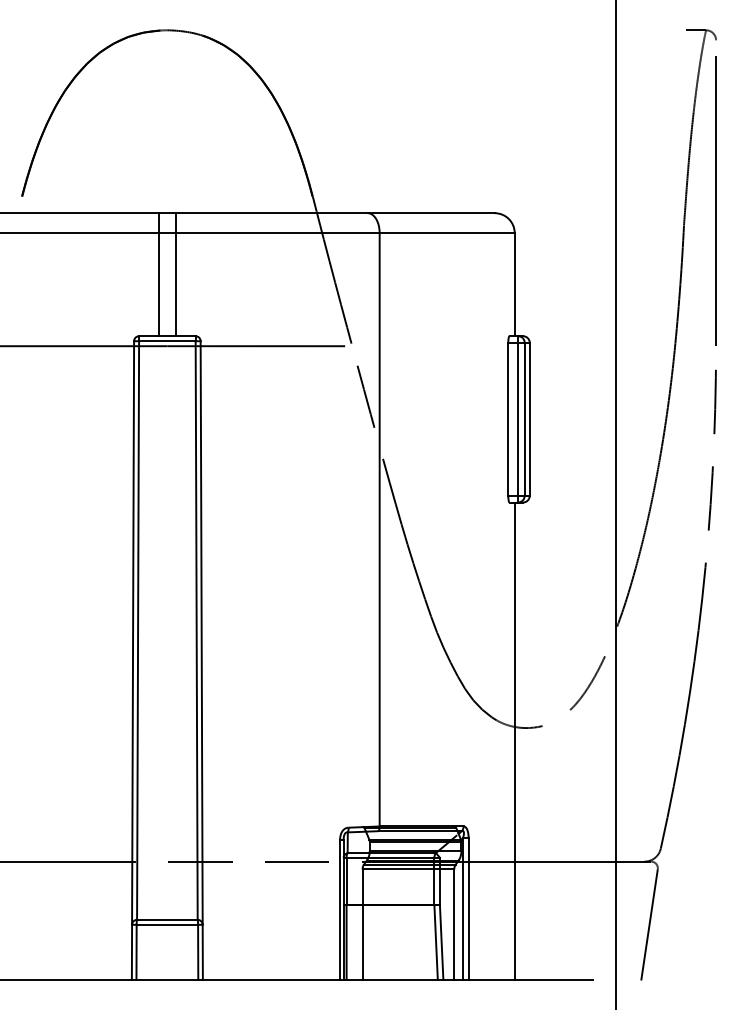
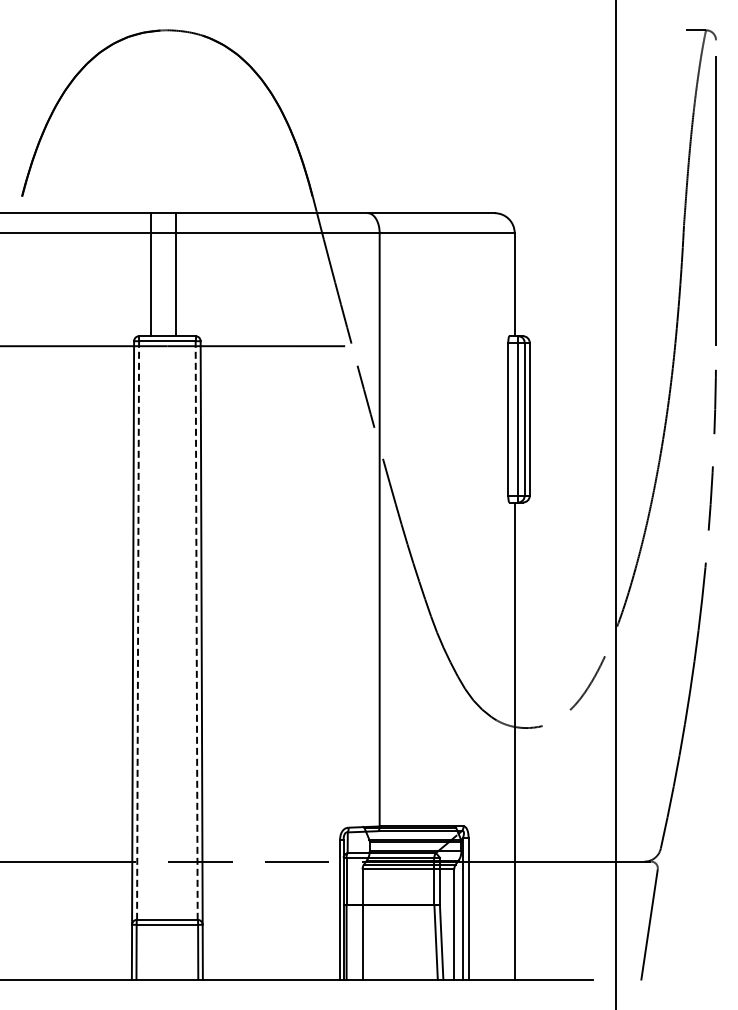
line at (159, 274) position: (159, 274) -> (151, 274)
line at (138, 630): solid -> dashed
line at (196, 630): solid -> dashed
